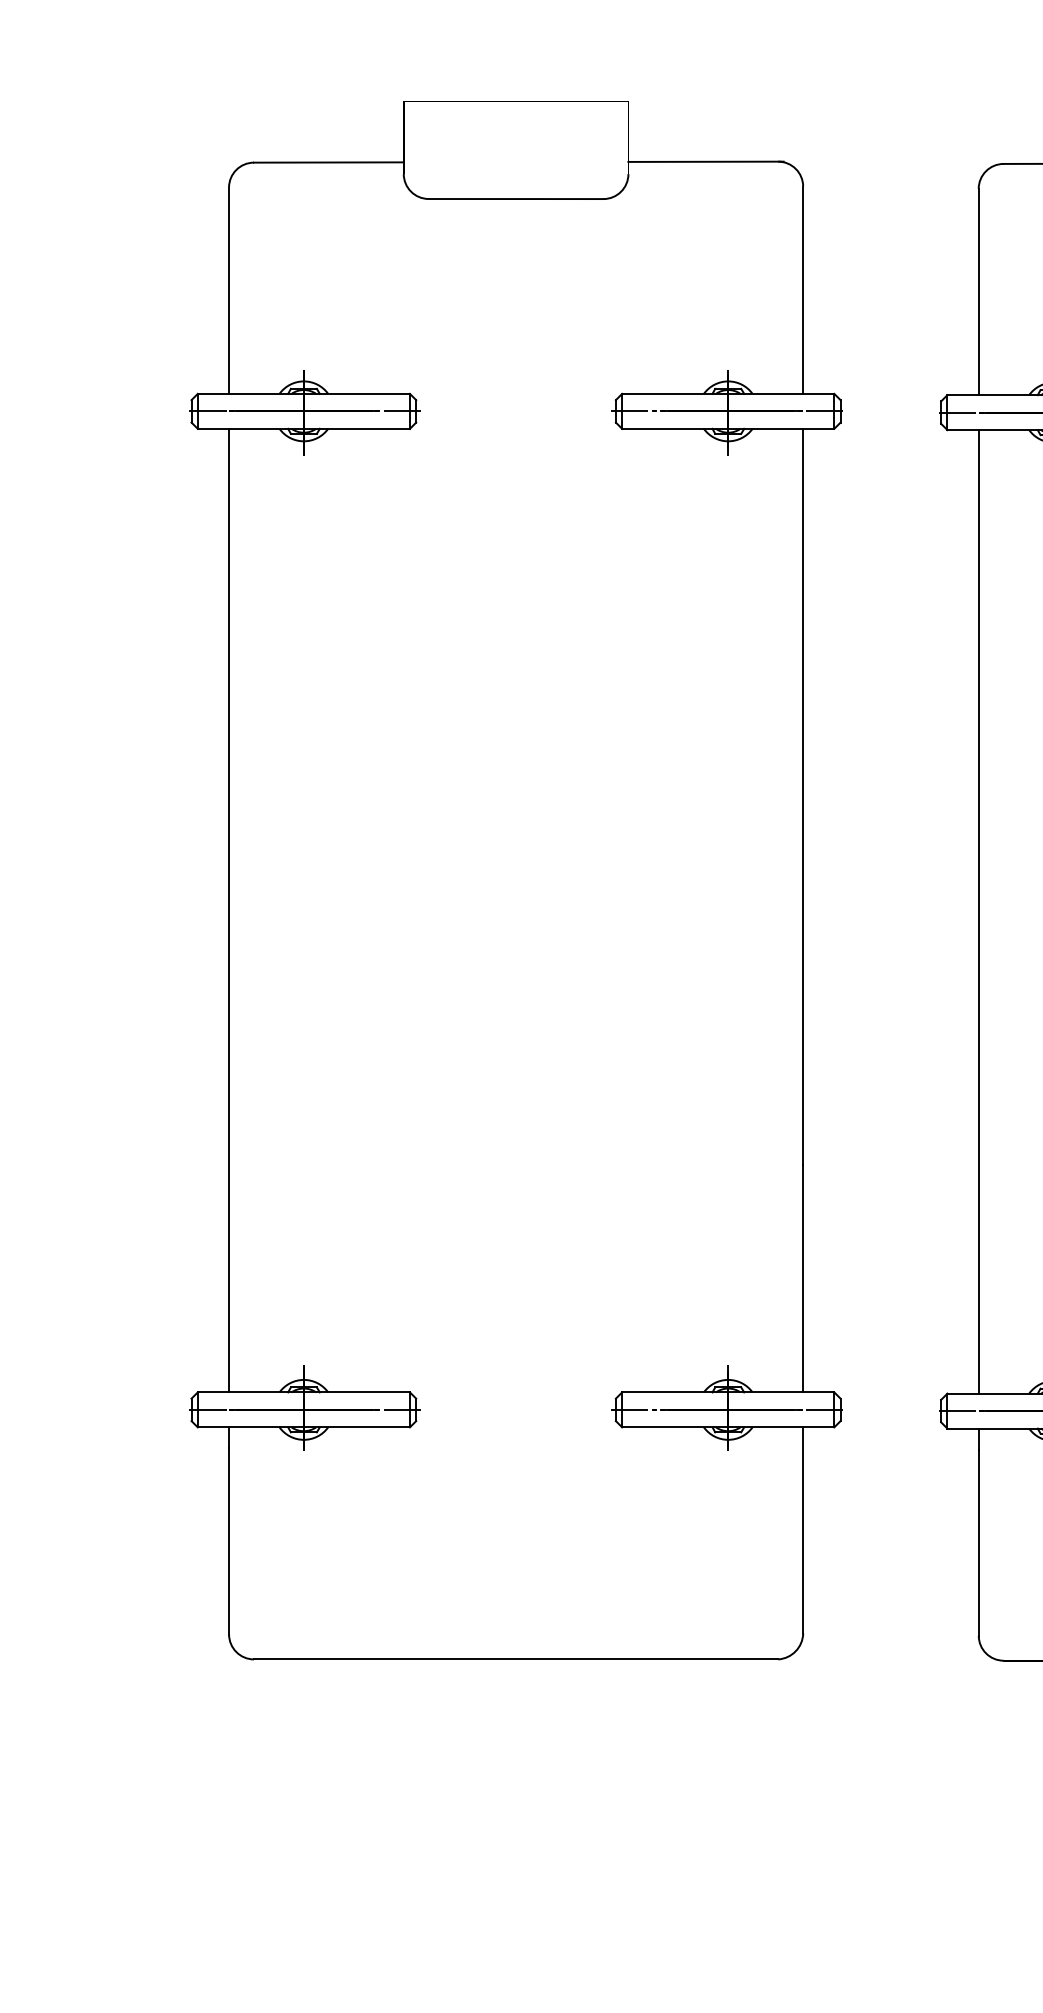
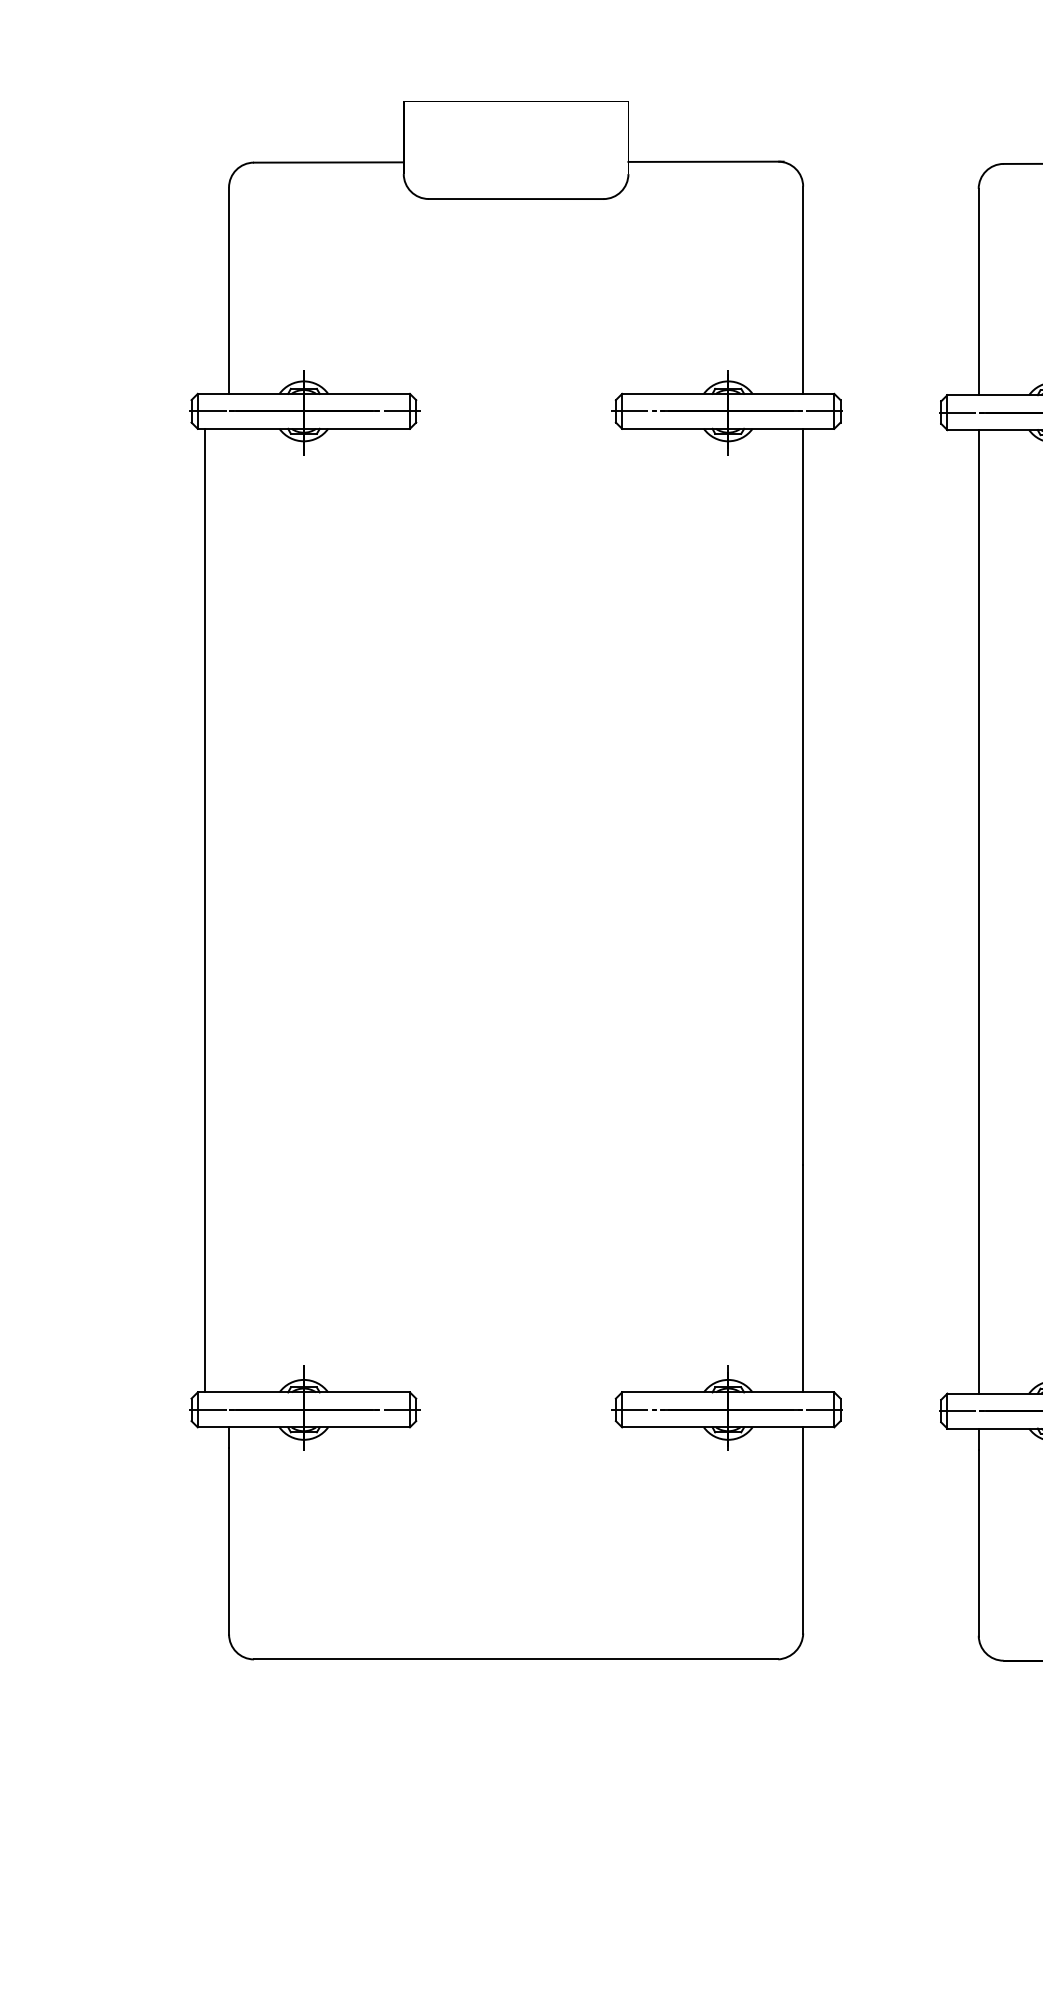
line at (229, 910) position: (229, 910) -> (205, 910)
